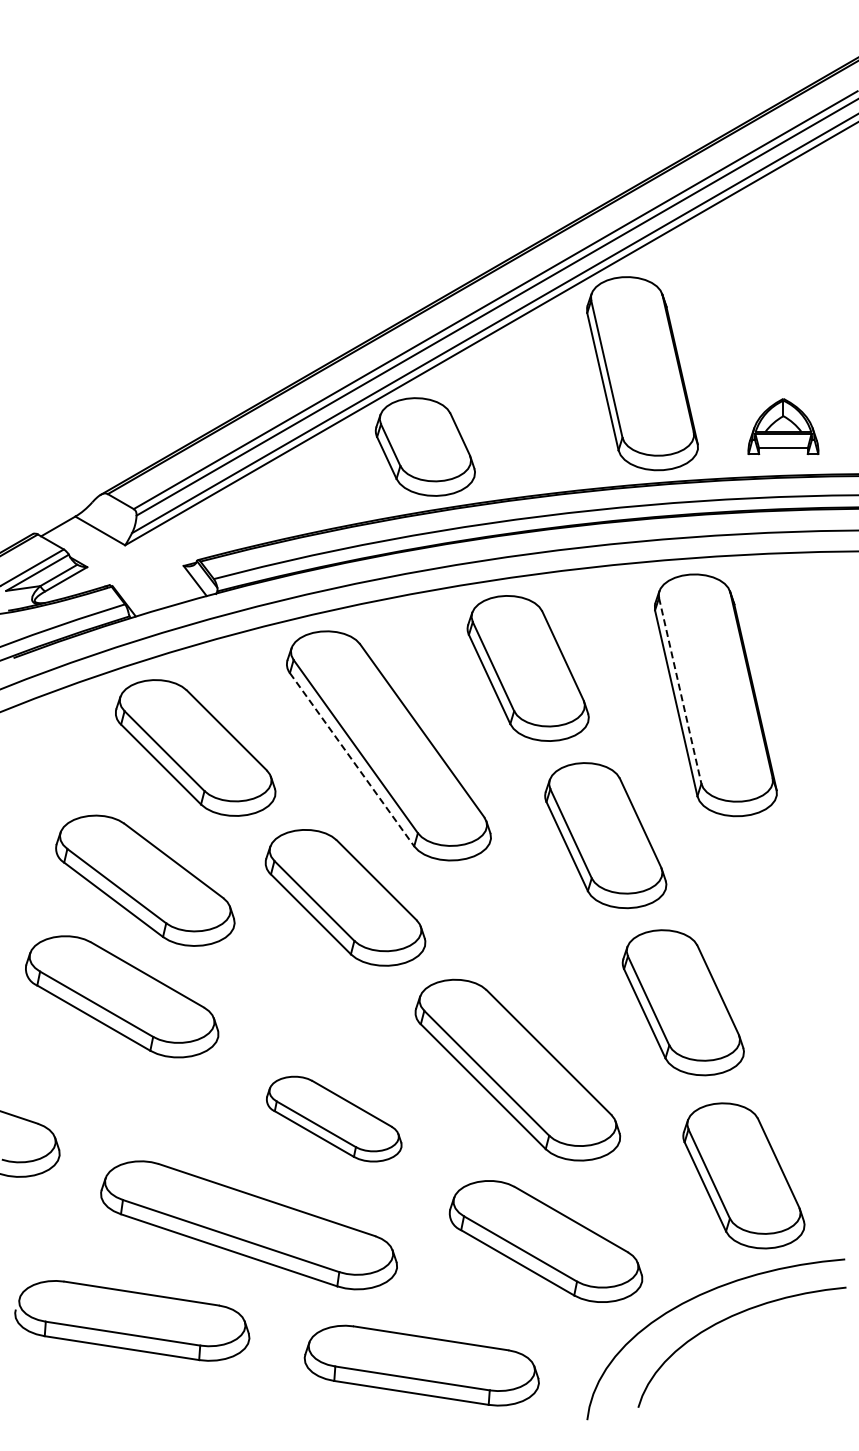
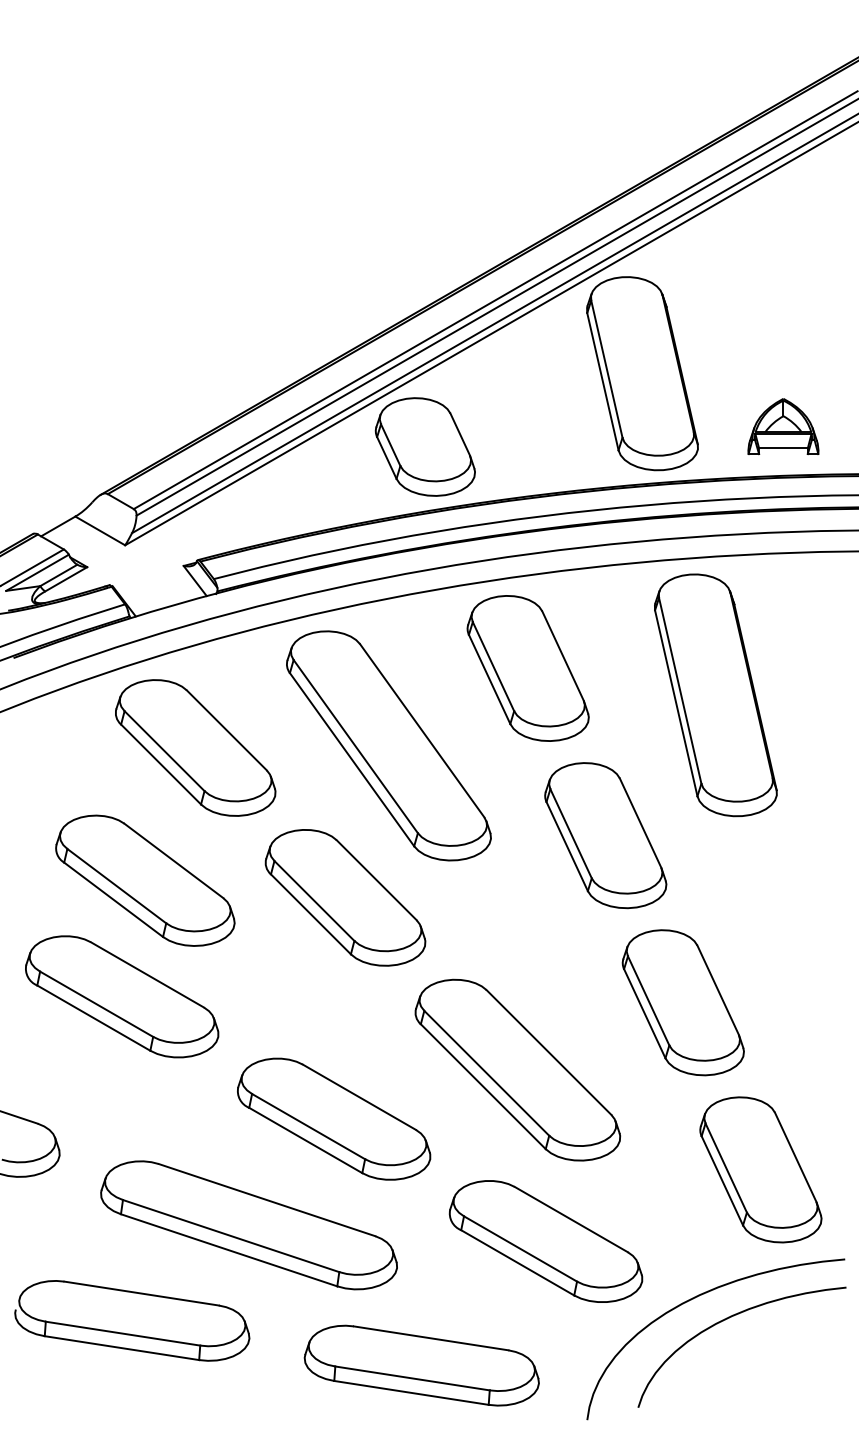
line at (680, 691): dashed -> solid
line at (352, 759): dashed -> solid
part at (334, 1118) size: 137x88 px -> 195x124 px
part at (743, 1175) position: (743, 1175) -> (760, 1169)
